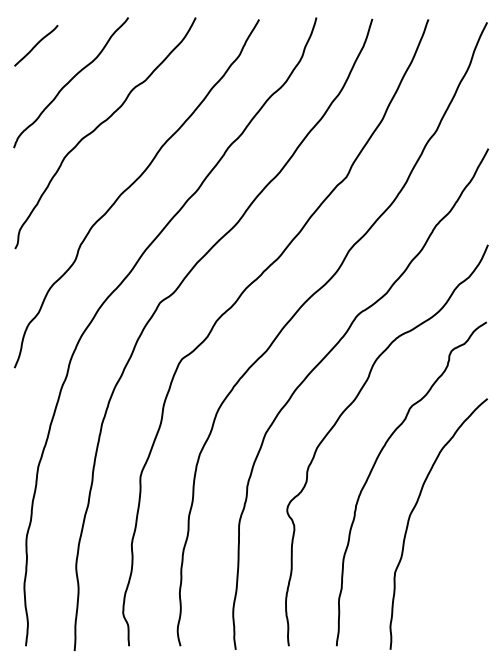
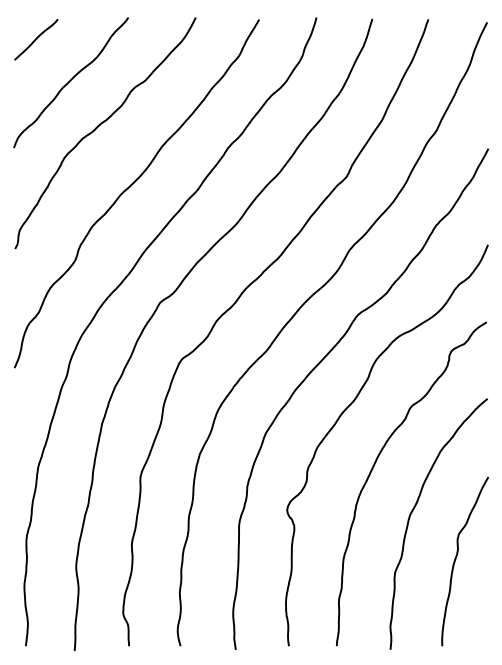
line at (36, 45) position: (36, 45) -> (36, 39)
curve at (456, 559): none -> present
